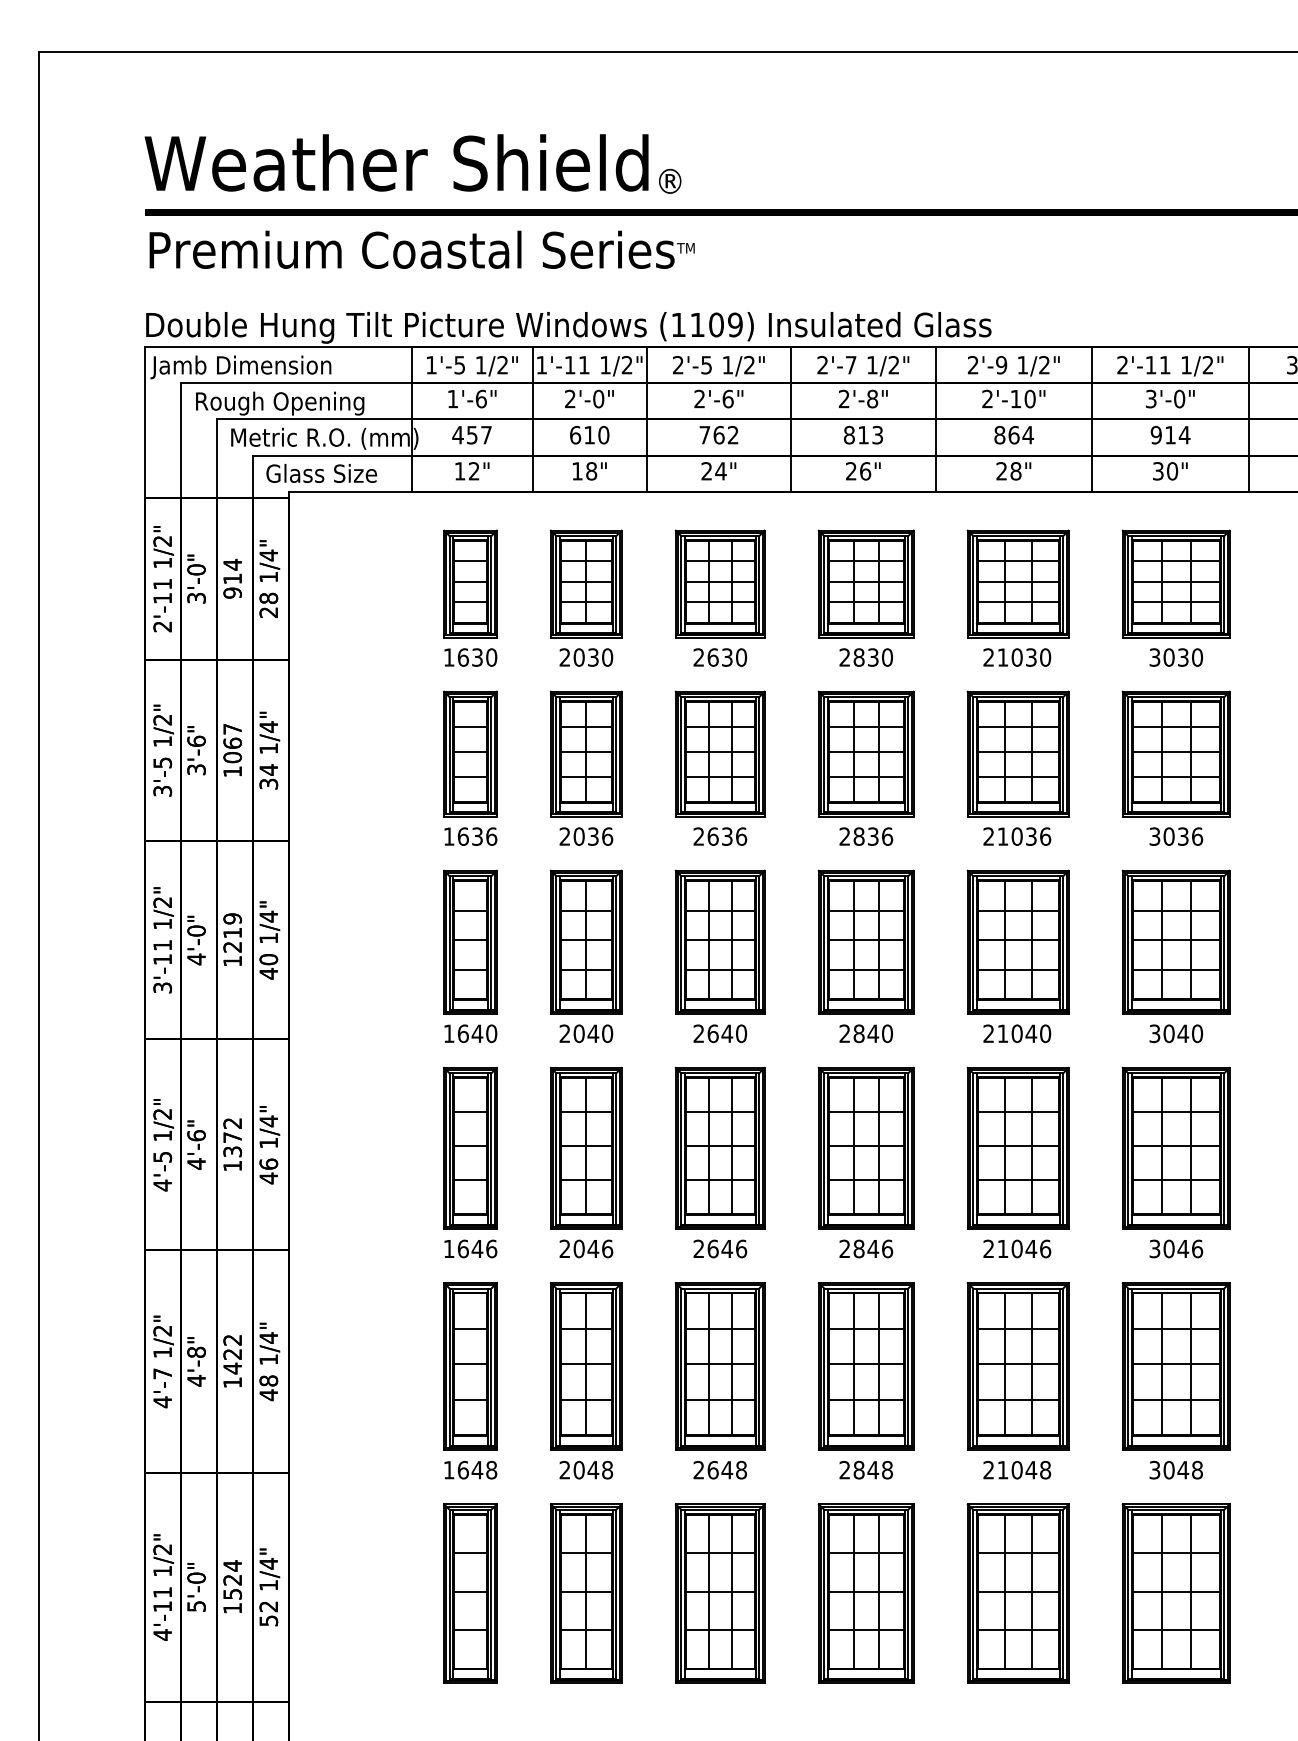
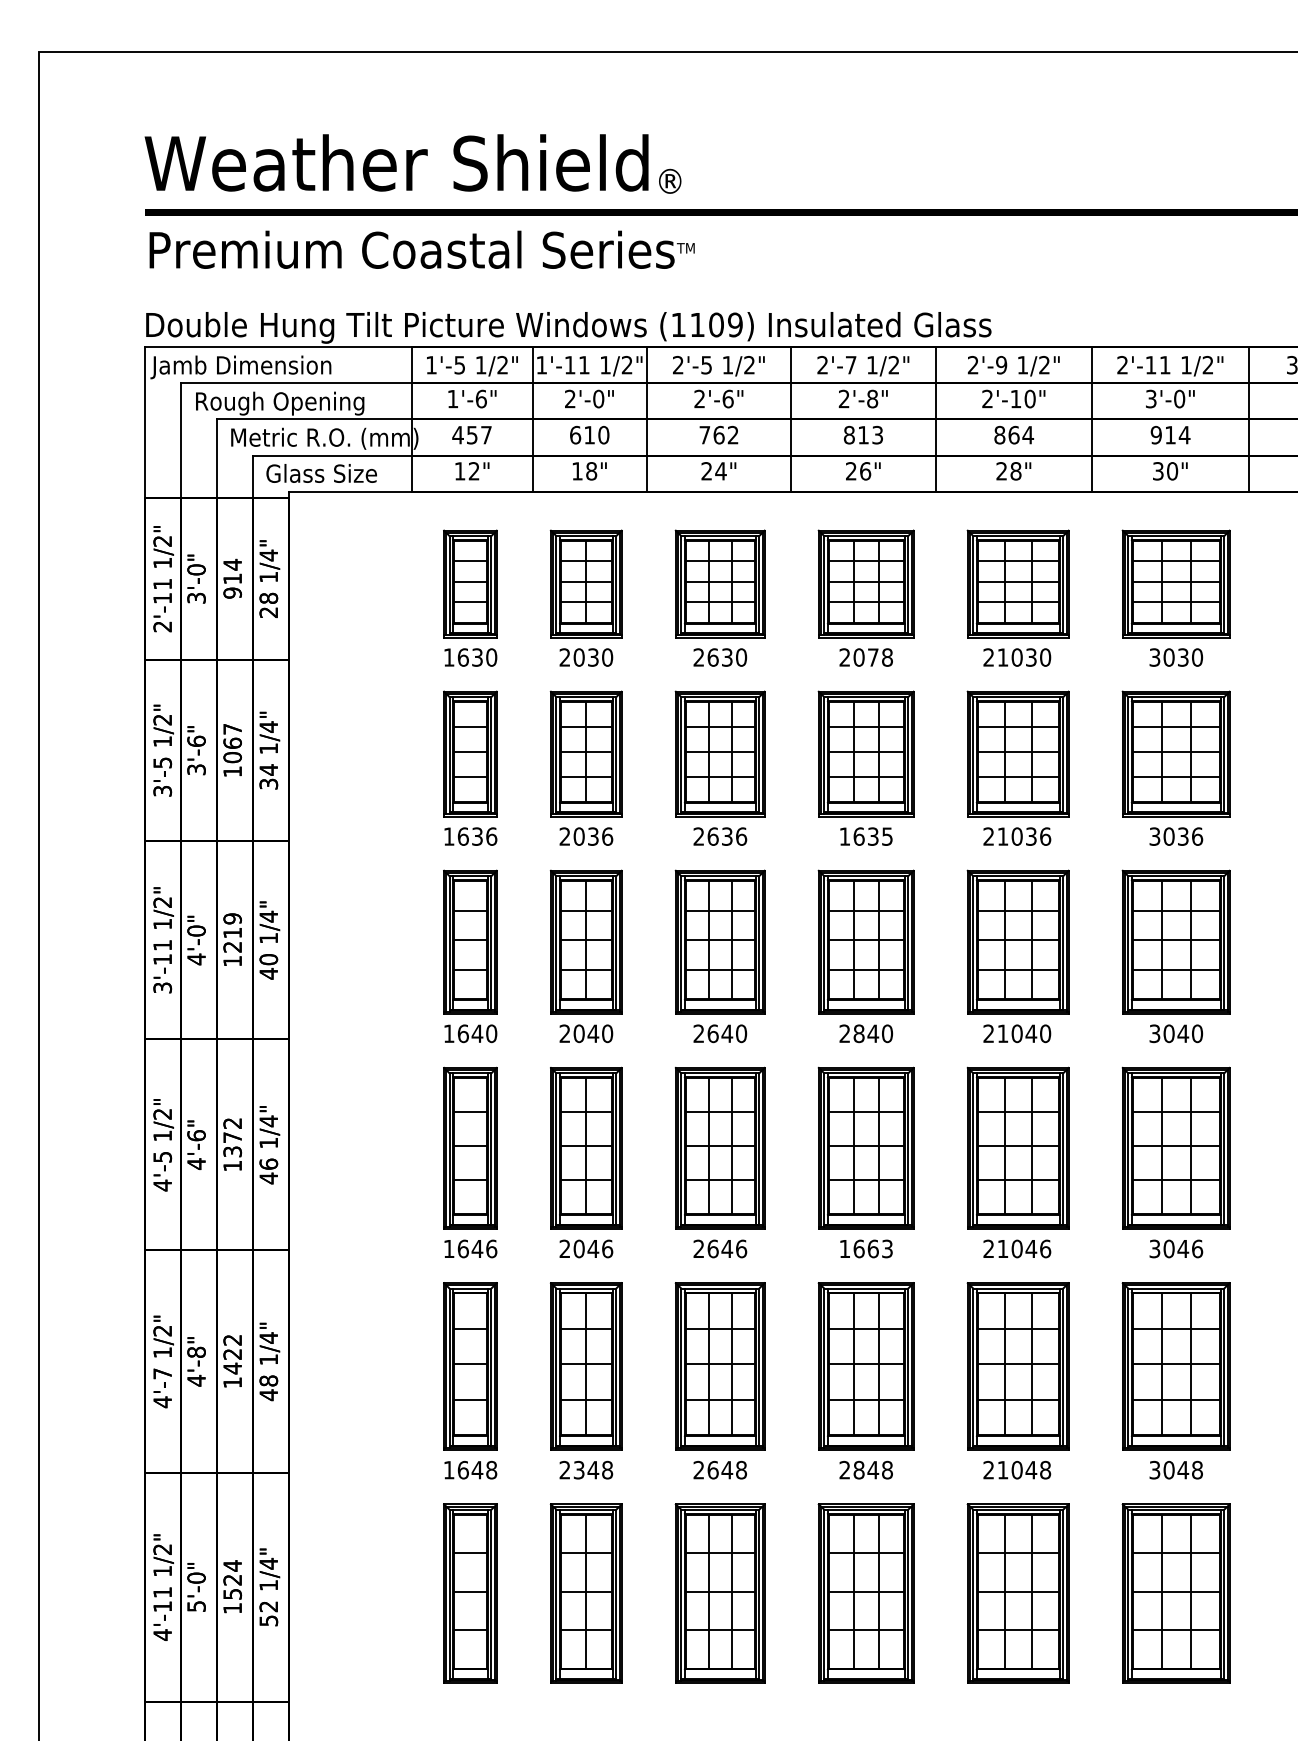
text at (873, 657): 2830 -> 2078
text at (866, 836): 2836 -> 1635
text at (866, 1248): 2846 -> 1663
text at (578, 1470): 2048 -> 2348
